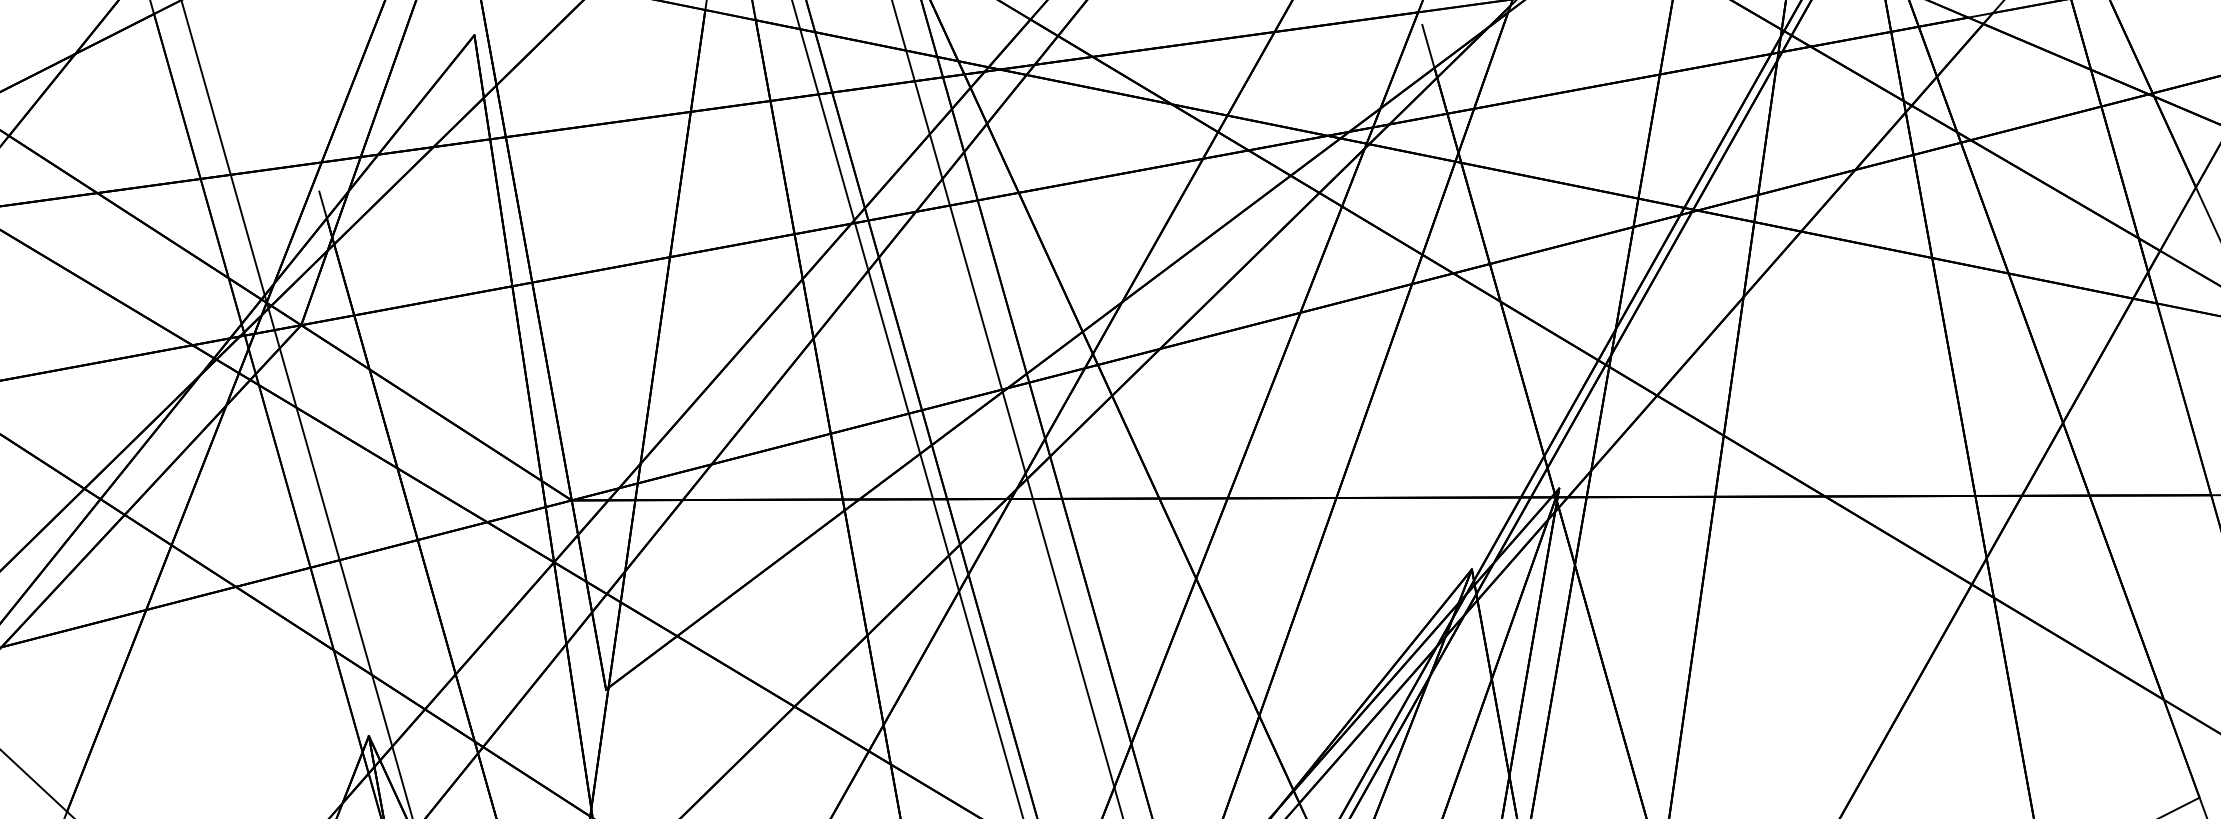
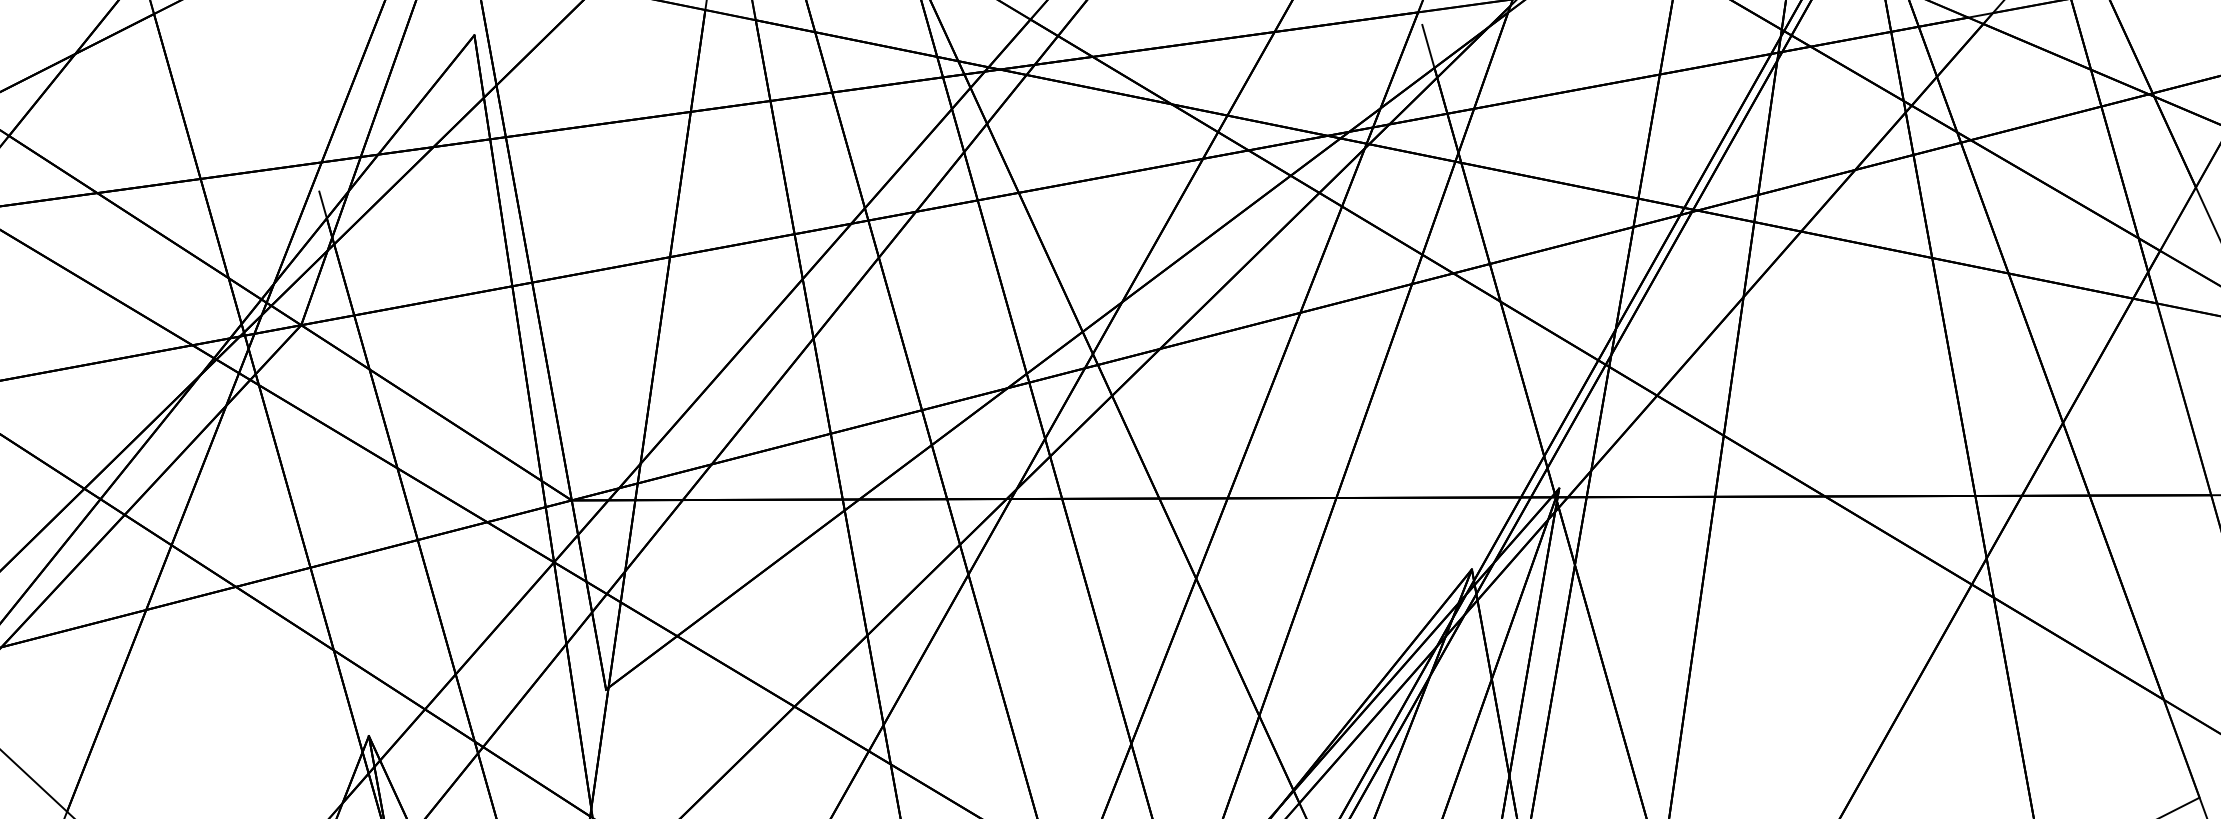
line at (296, 408) position: (296, 408) -> (265, 408)
line at (907, 408) position: (907, 408) -> (921, 408)
line at (1007, 408) position: (1007, 408) -> (1036, 408)
